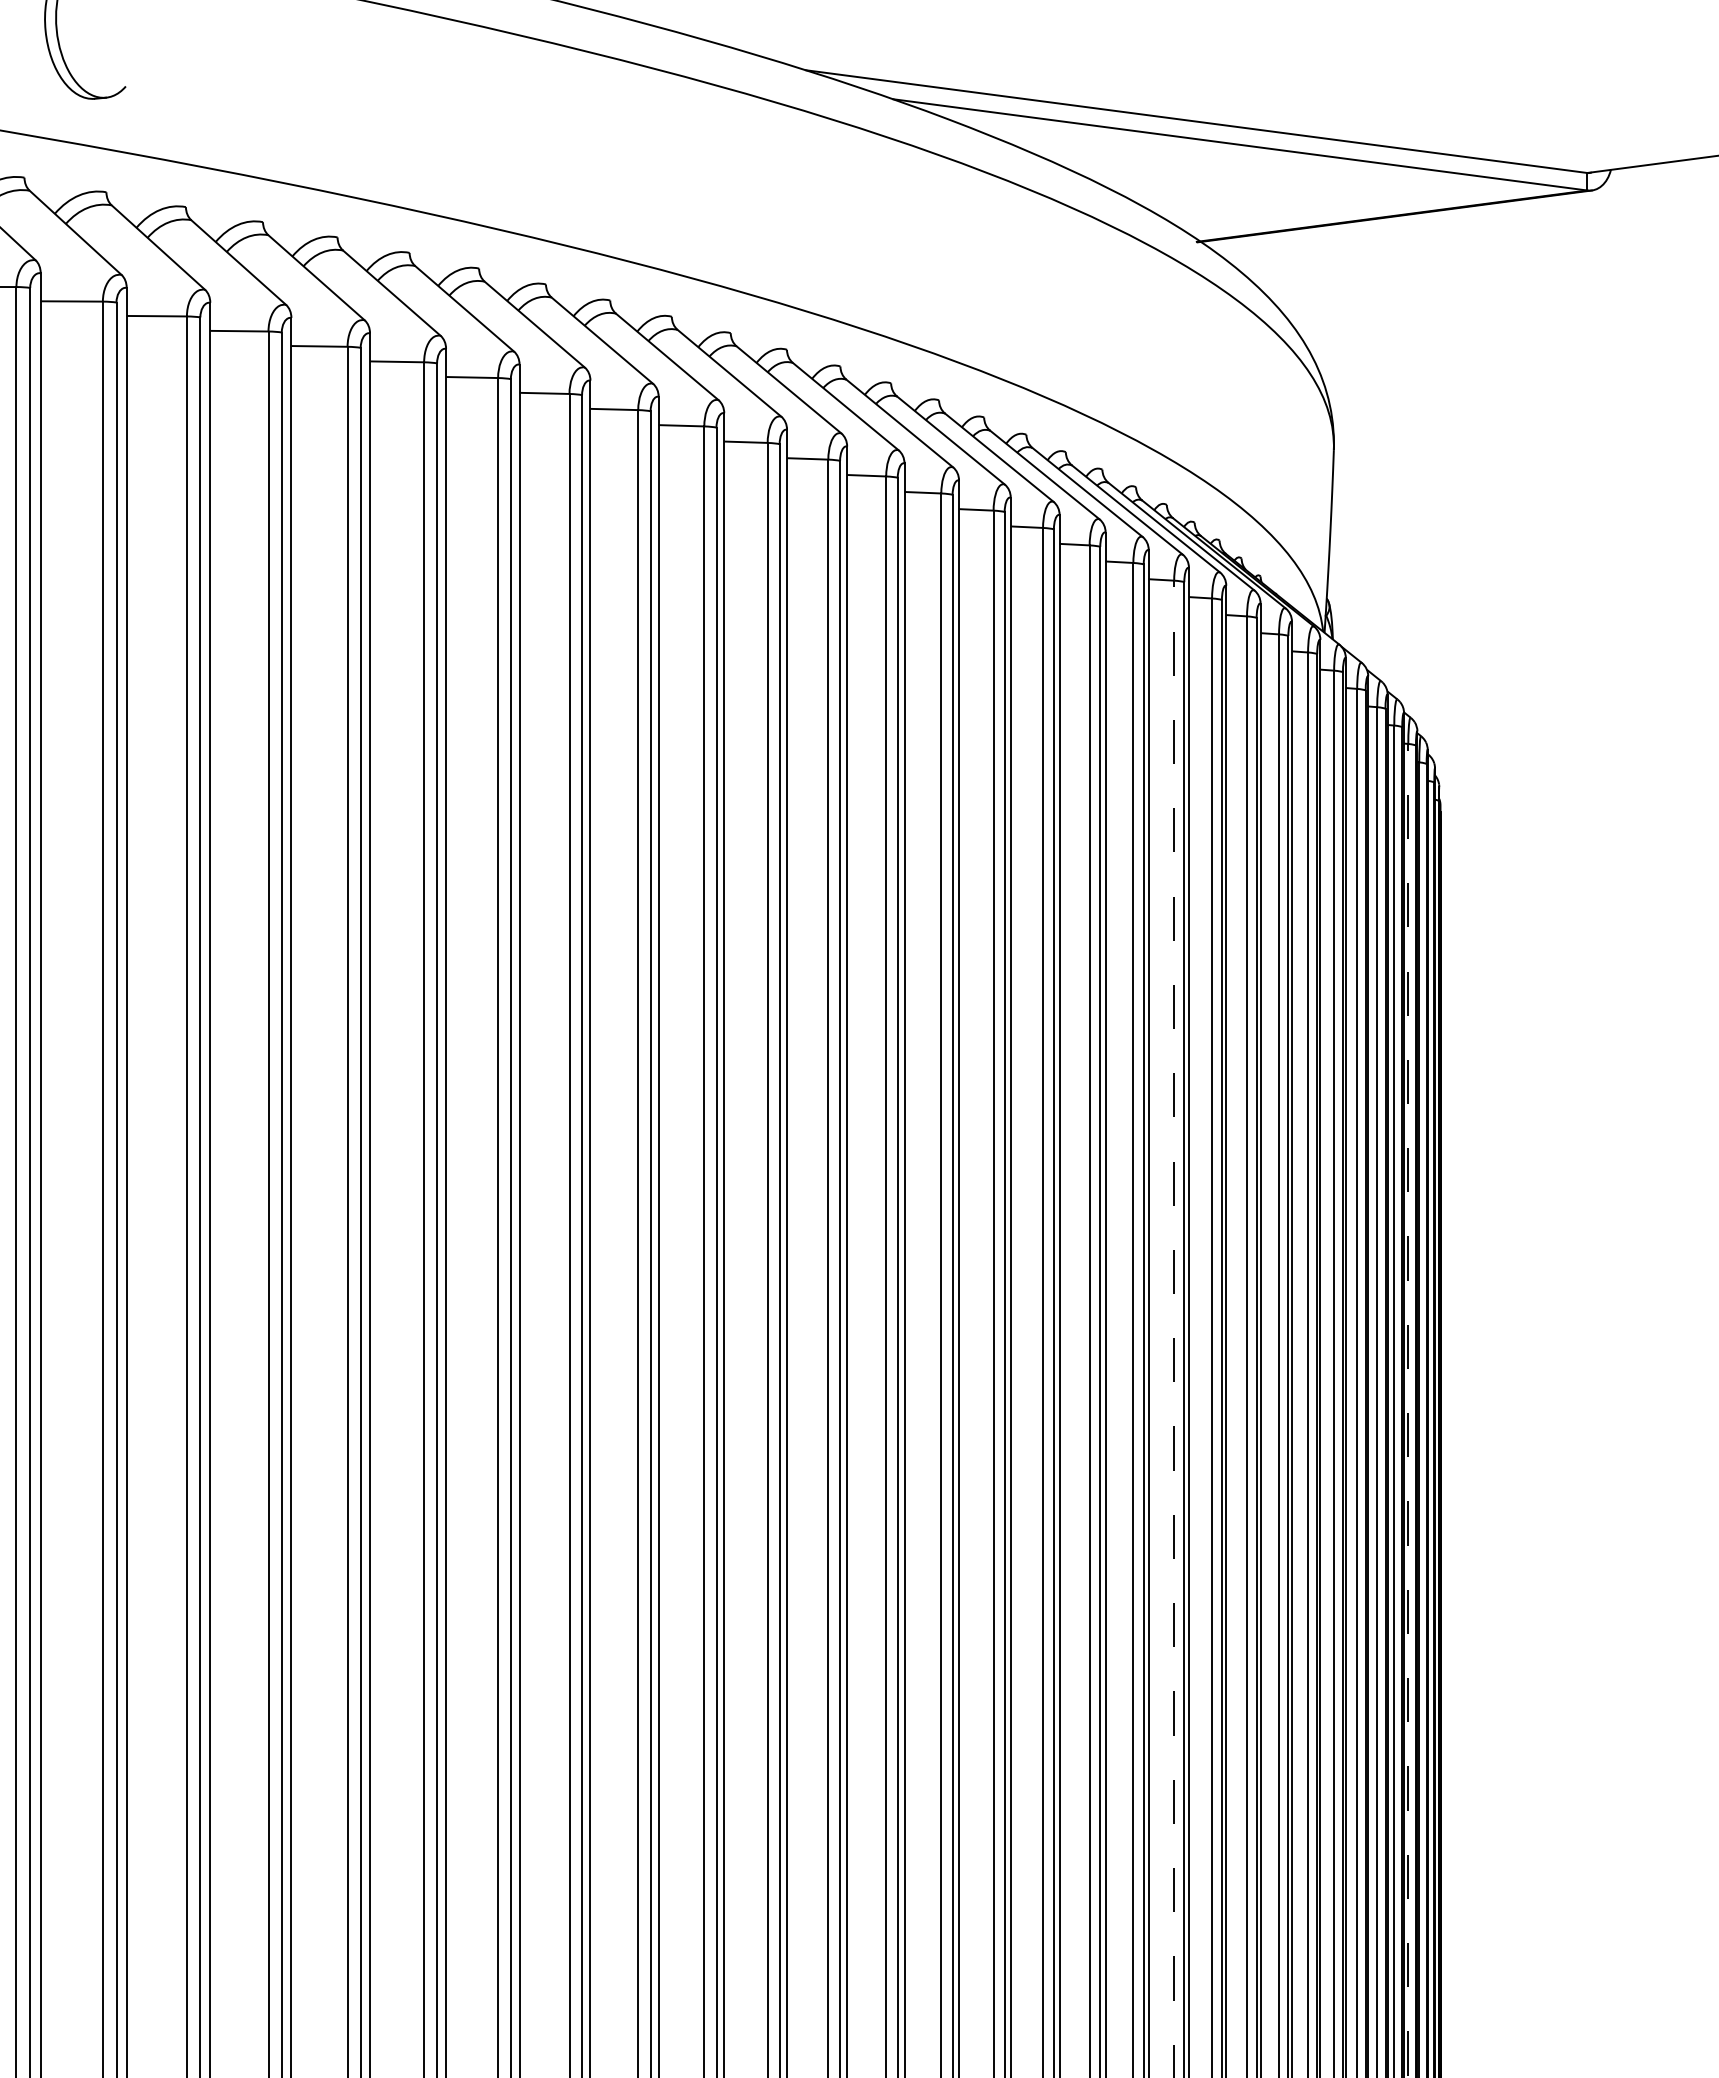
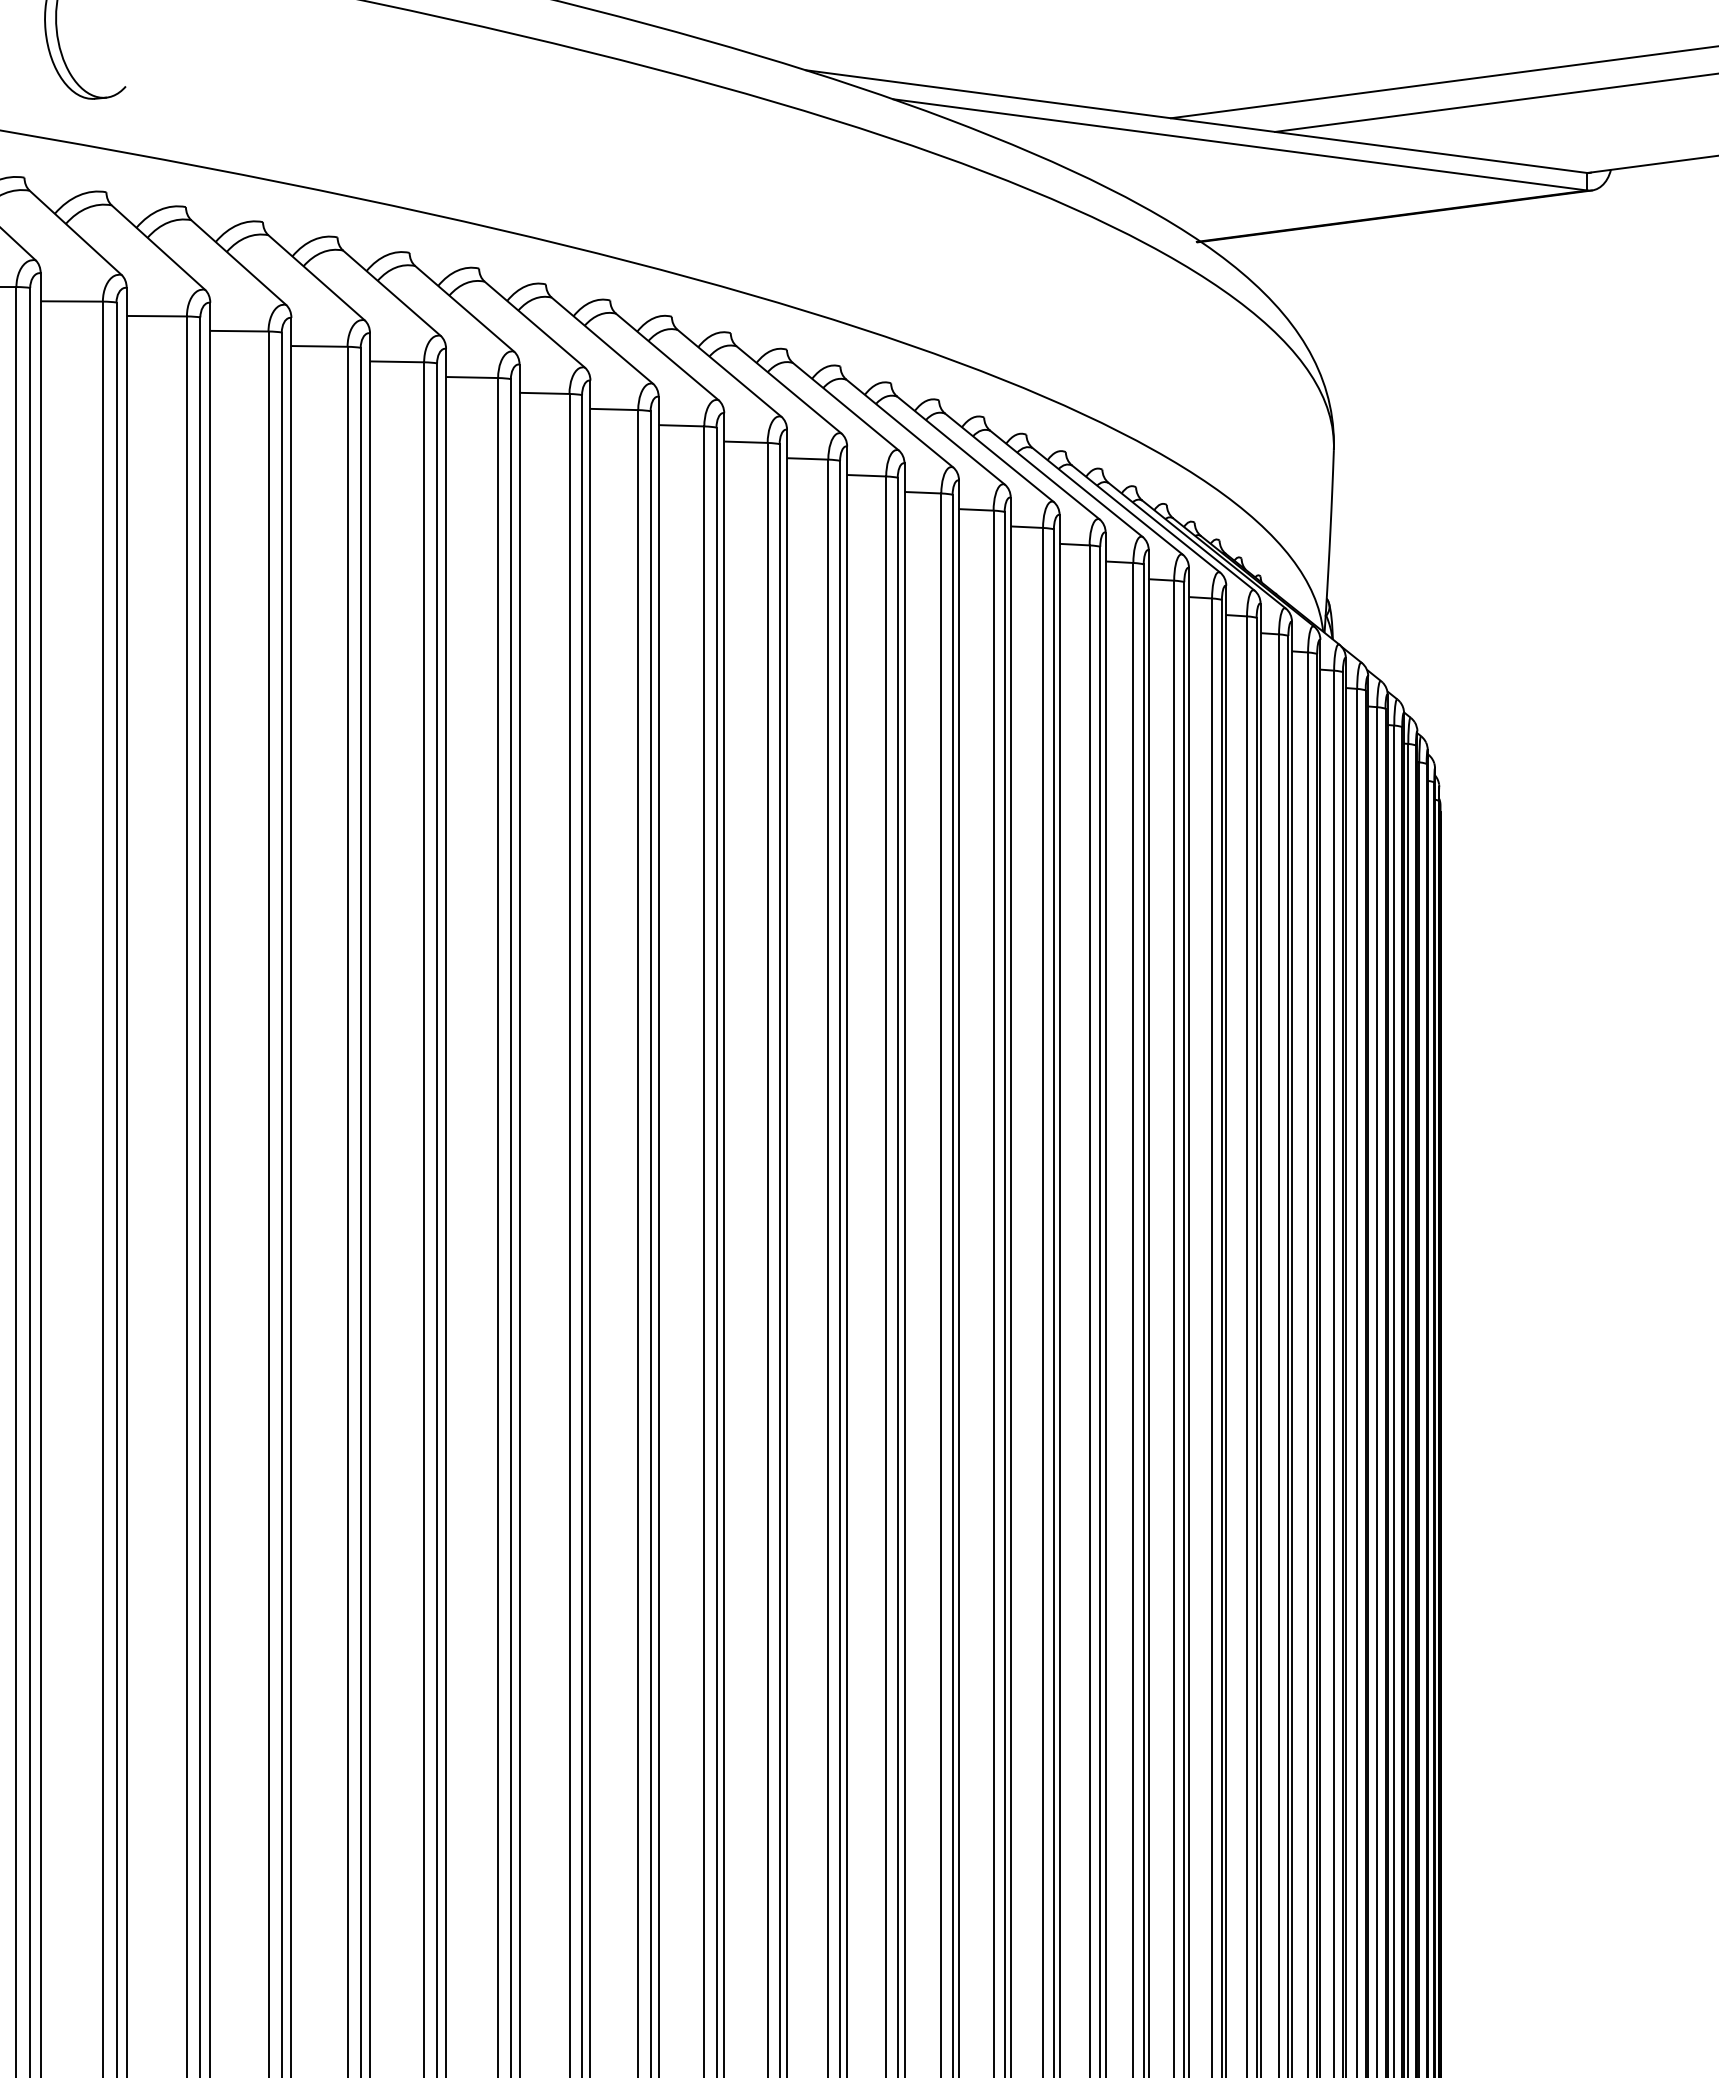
line at (1443, 82): none -> present
line at (1495, 102): none -> present
line at (1174, 1328): dashed -> solid
line at (1408, 1410): dashed -> solid
